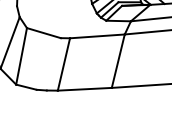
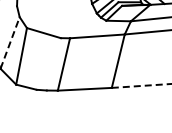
line at (10, 42): solid -> dashed
line at (141, 85): solid -> dashed
